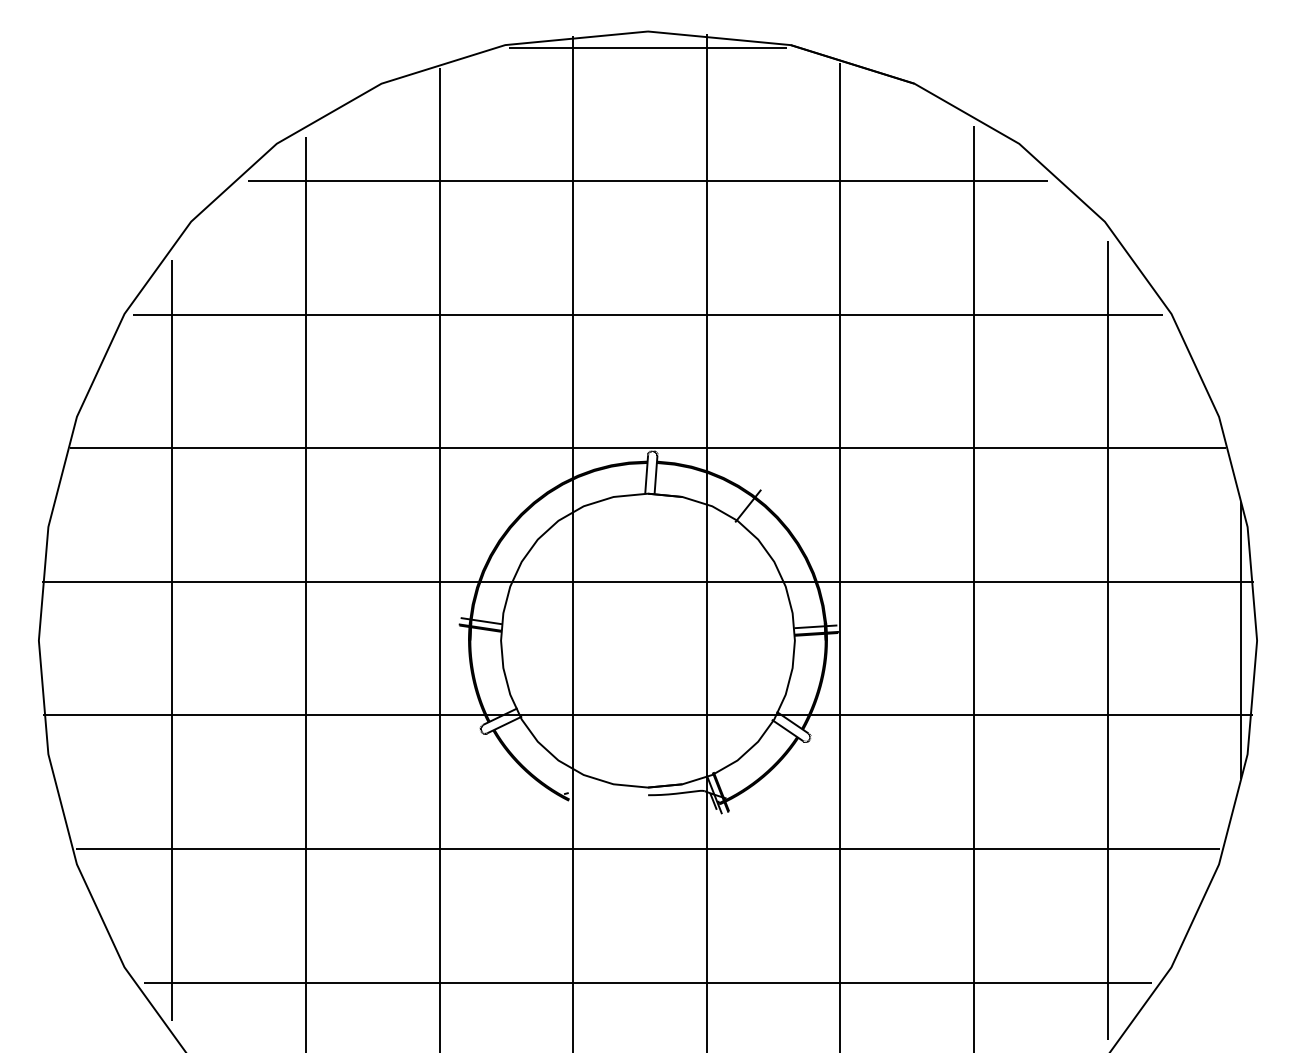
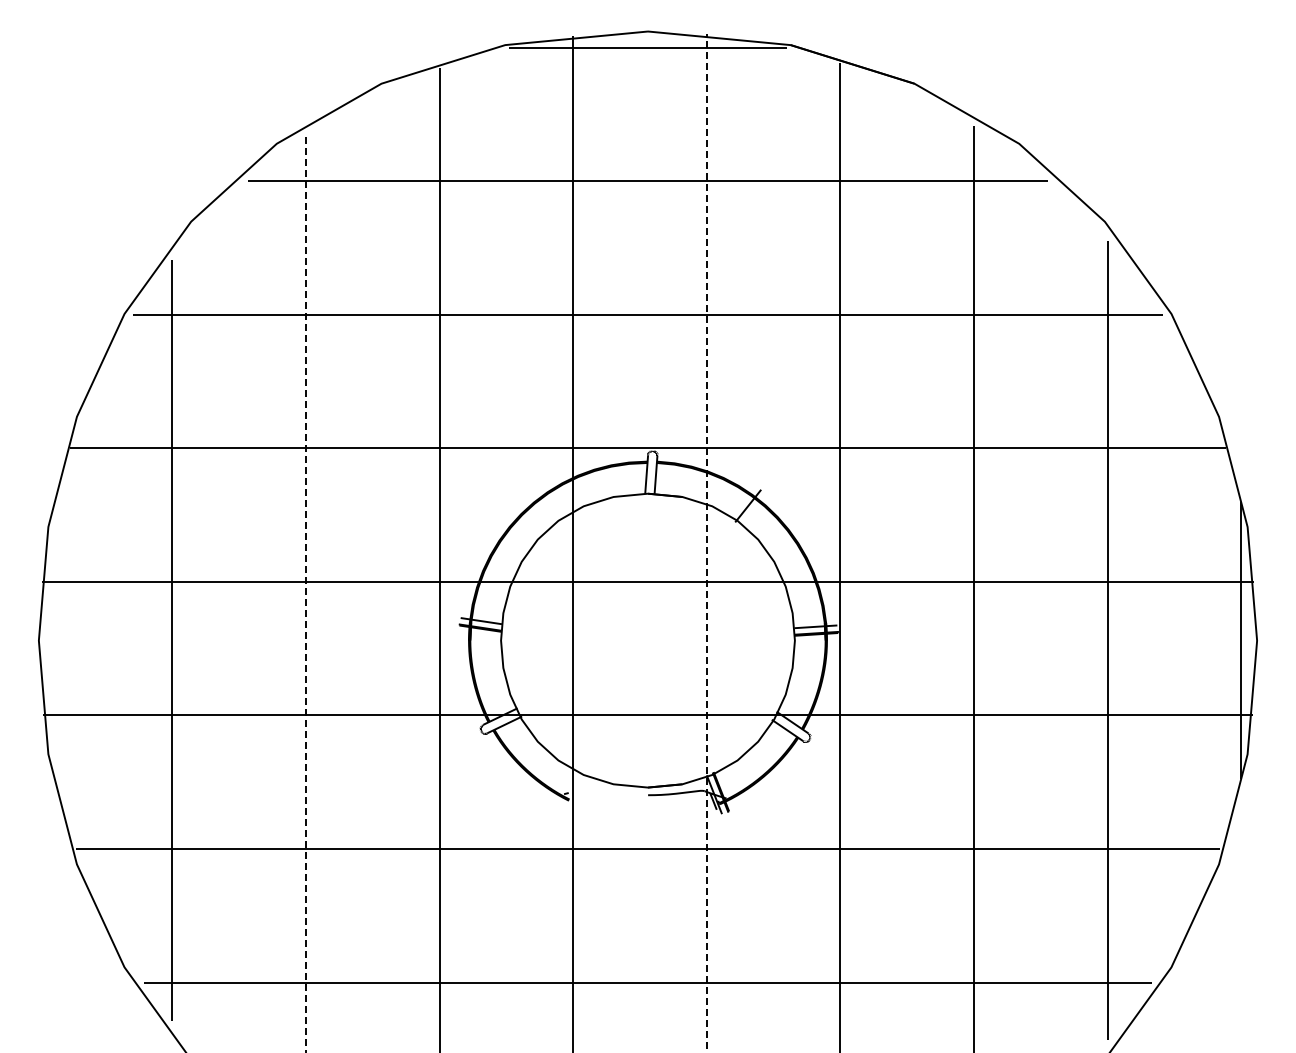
line at (706, 543): solid -> dashed
line at (306, 594): solid -> dashed
